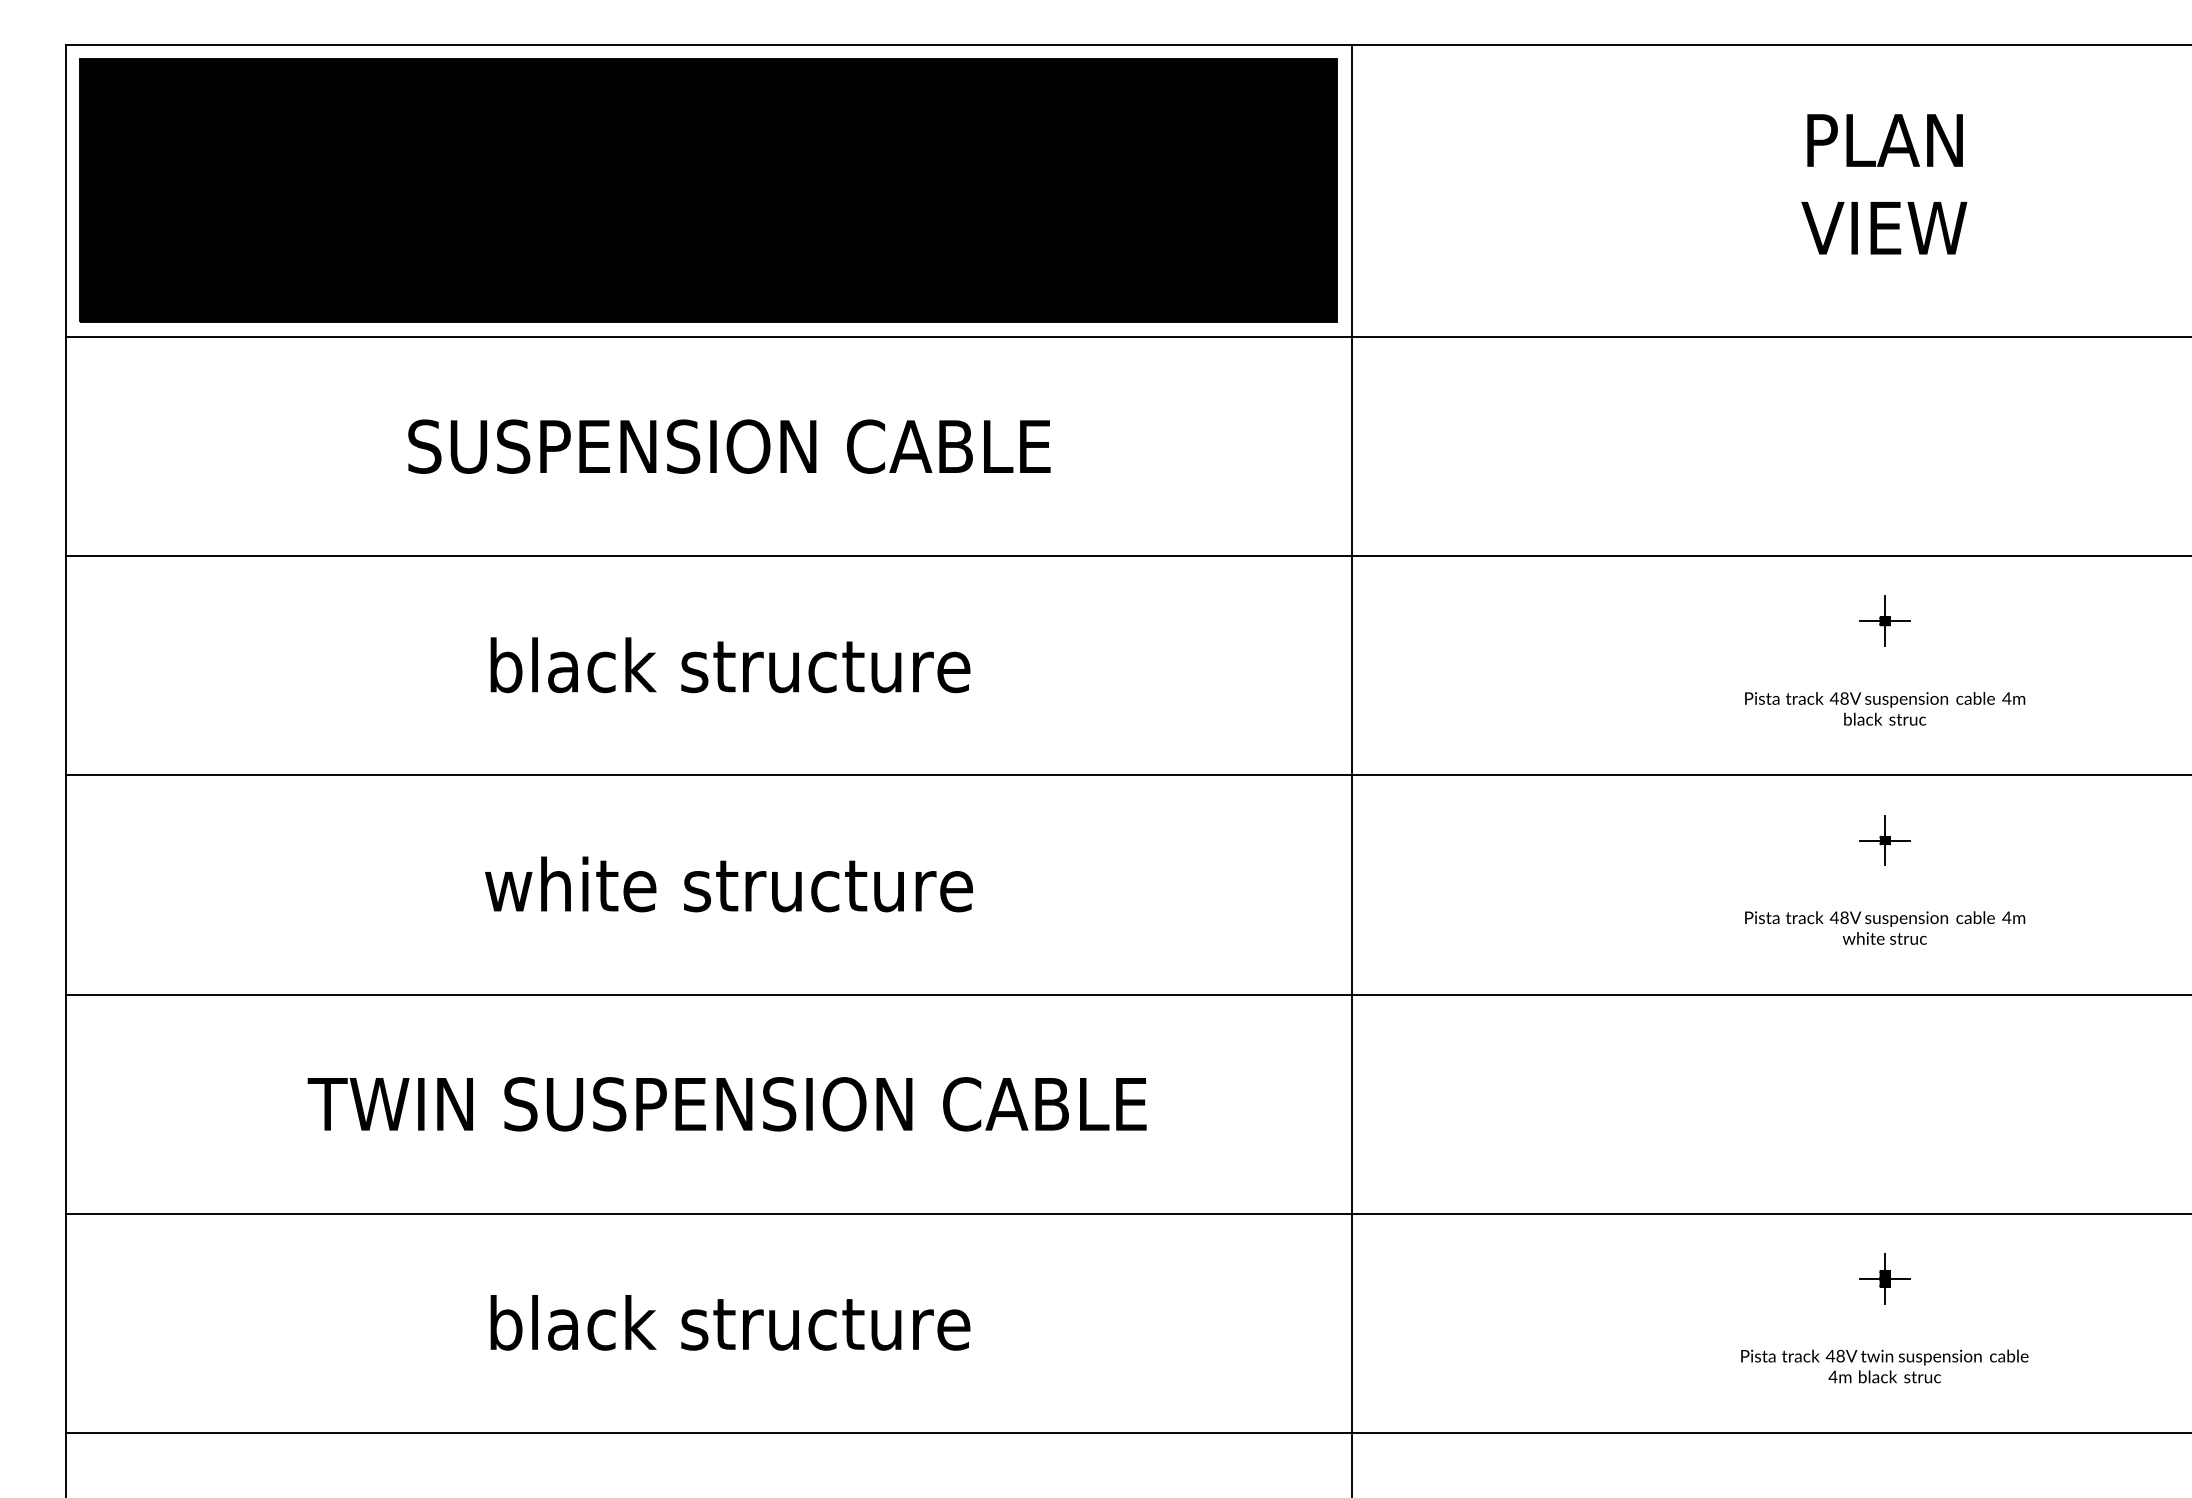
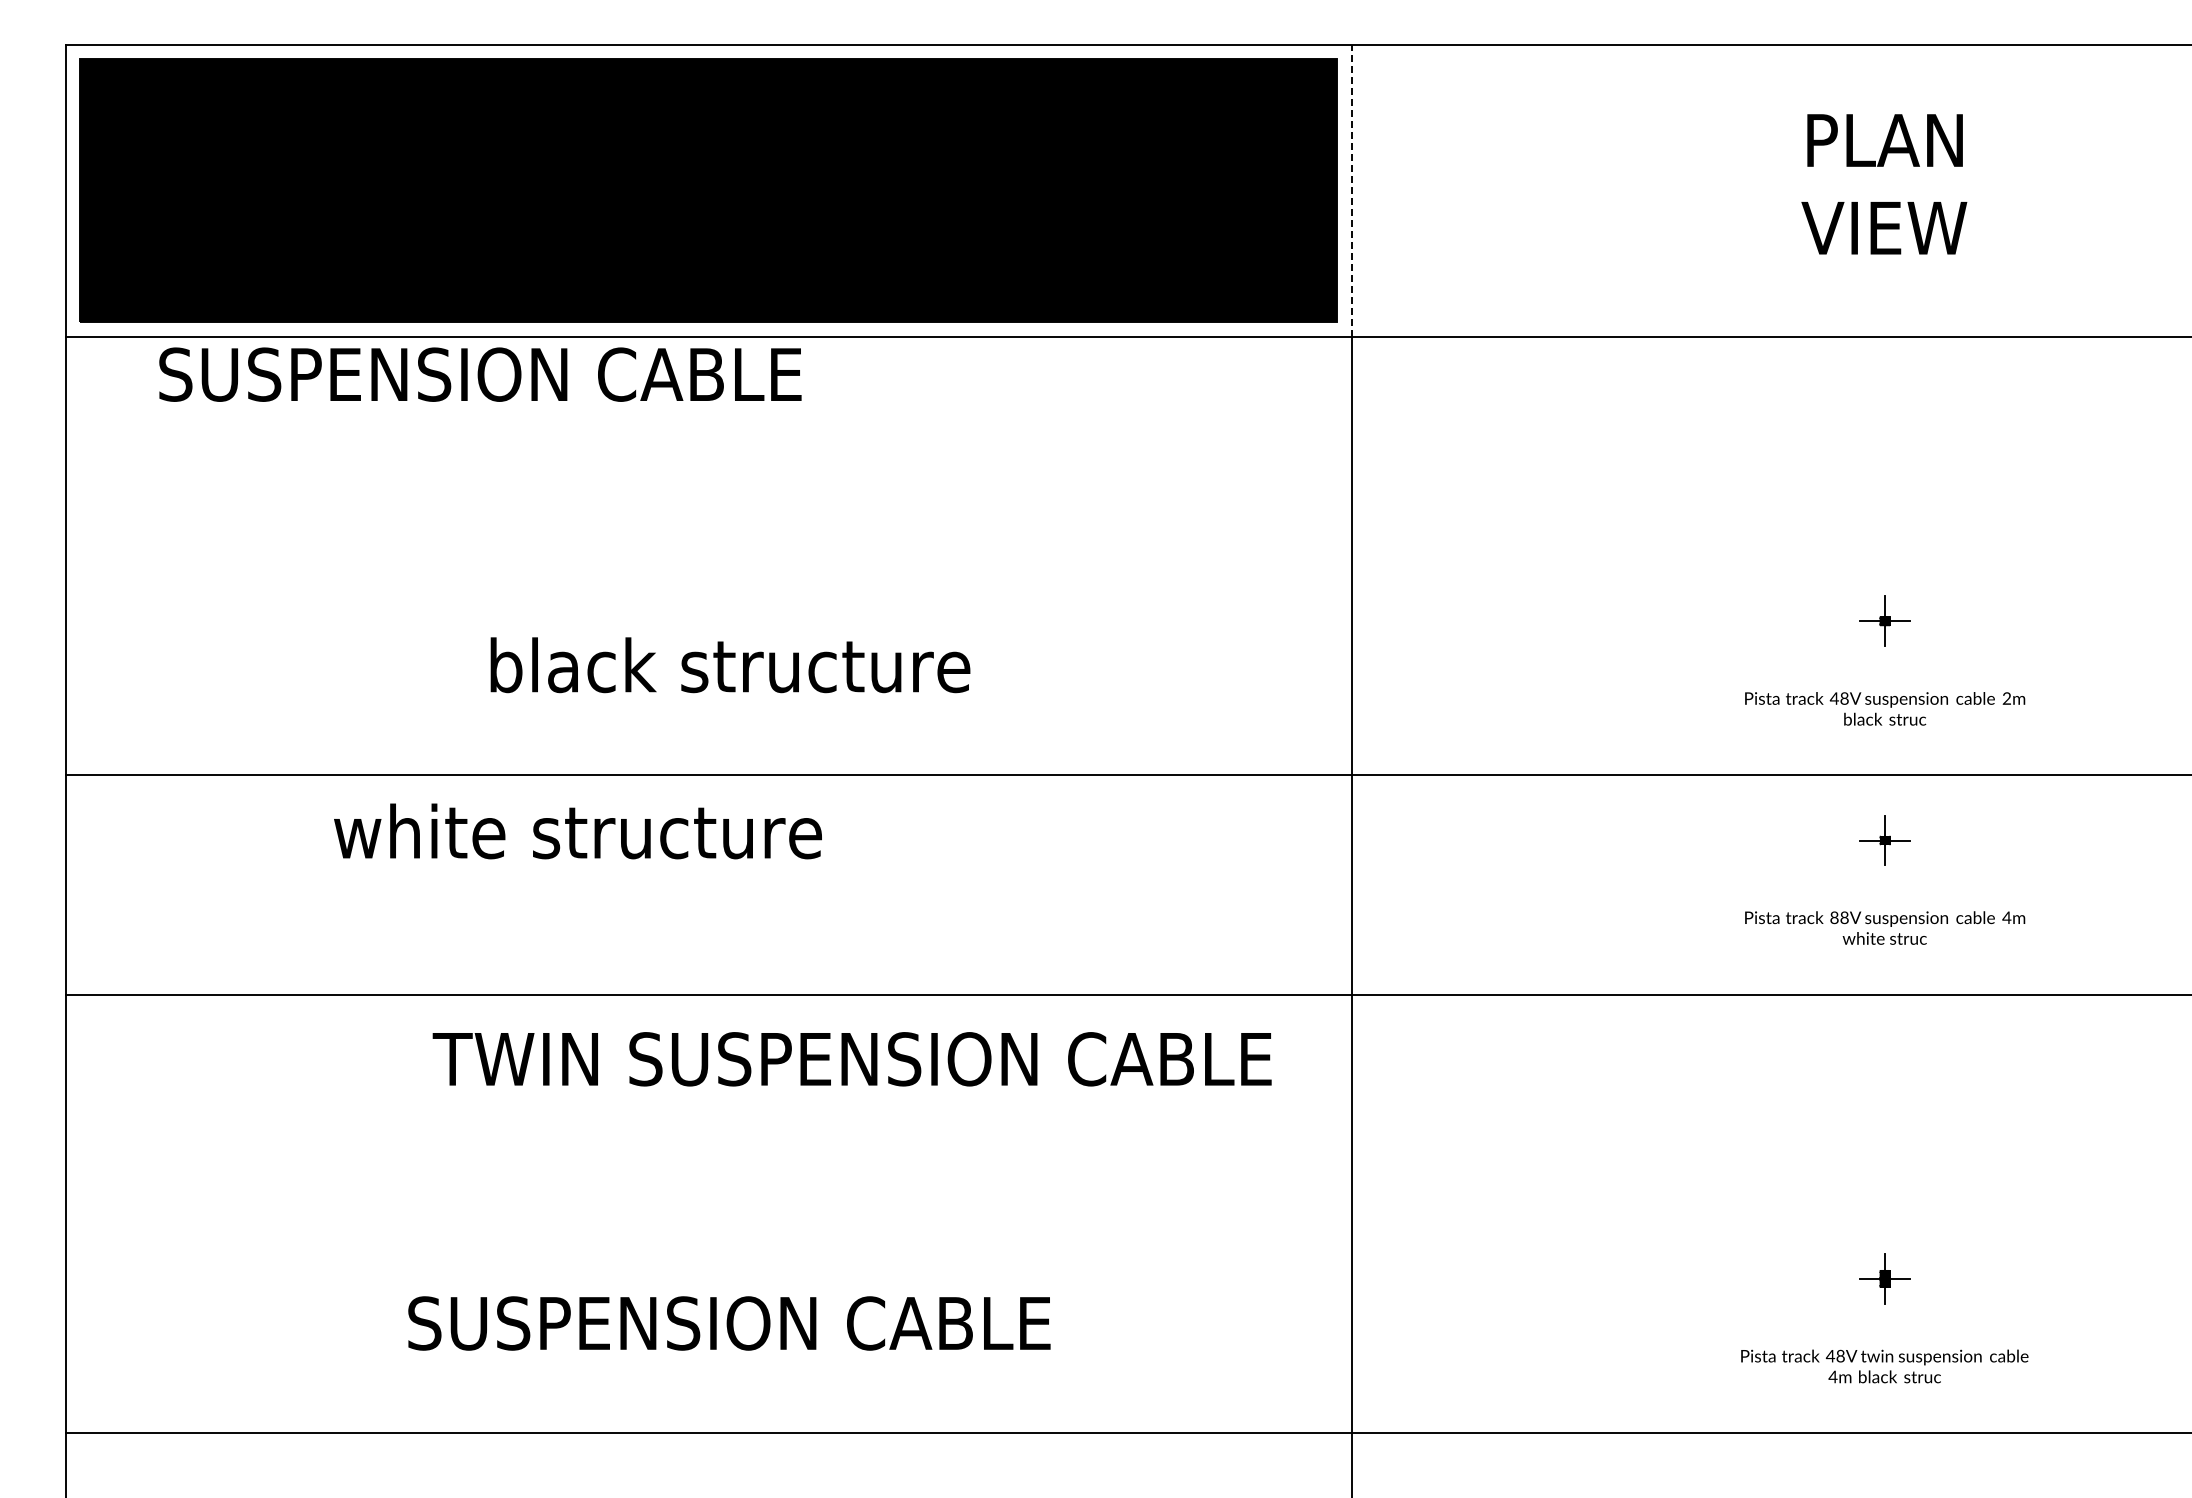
line at (1351, 190): solid -> dashed
text at (729, 446) position: (729, 446) -> (480, 374)
line at (1126, 556): present -> none
text at (2006, 698): 4m -> 2m
text at (728, 884) position: (728, 884) -> (577, 831)
text at (1833, 917): 48V -> 88V
text at (726, 1104) position: (726, 1104) -> (851, 1059)
line at (1126, 1213): present -> none
text at (729, 1322): black structure -> SUSPENSION CABLE
